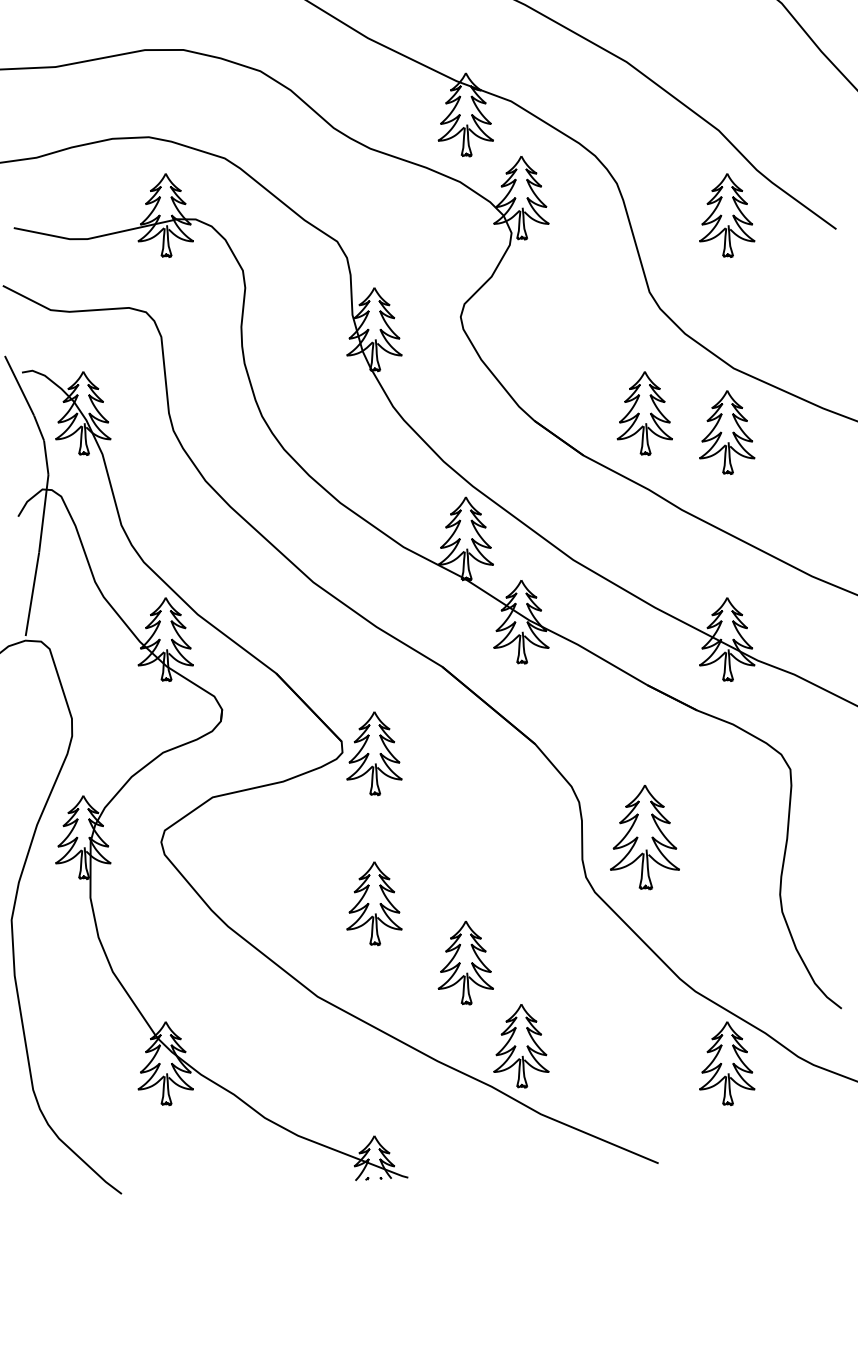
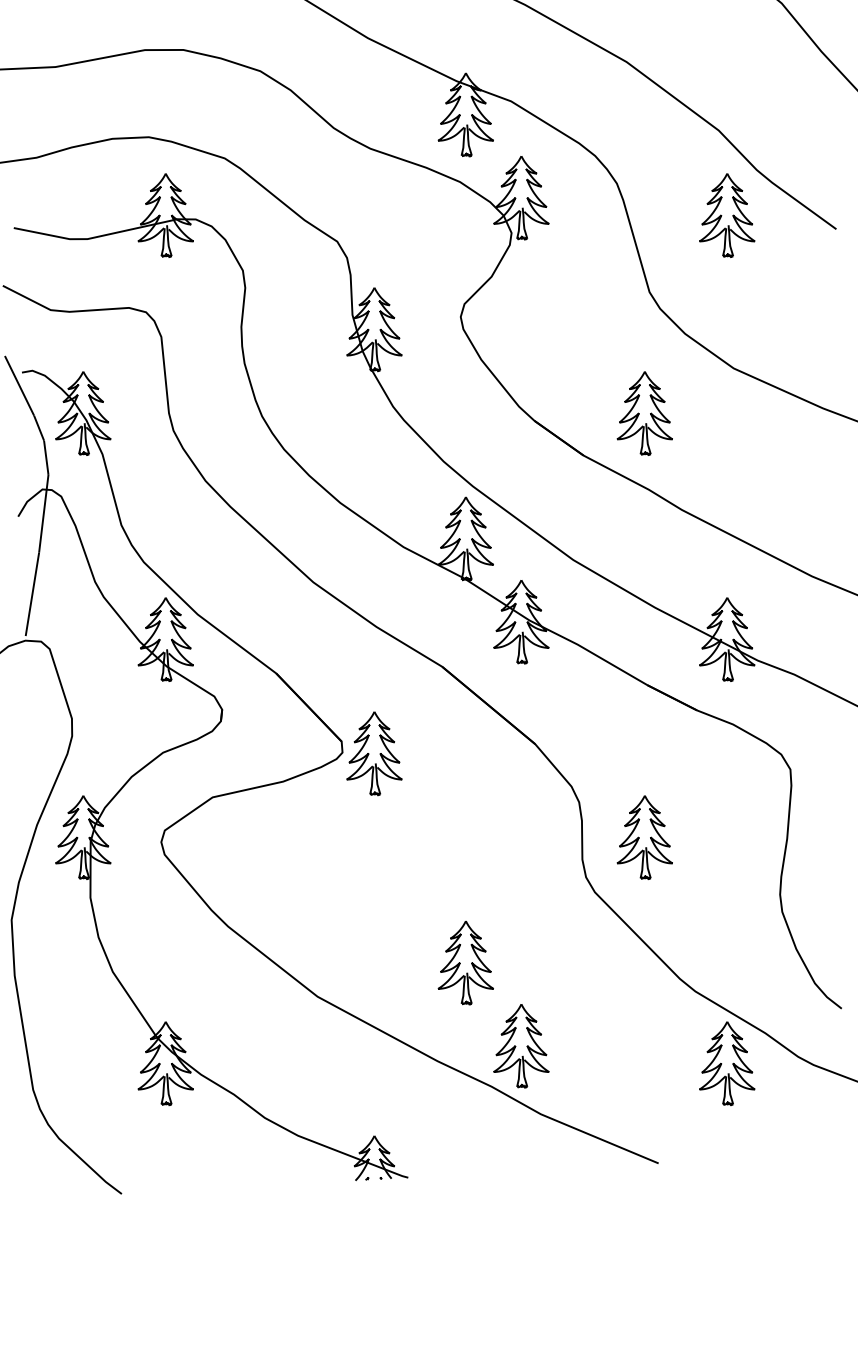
part at (727, 432): present -> none
part at (644, 837) size: 70x106 px -> 57x86 px
part at (374, 903): present -> none
